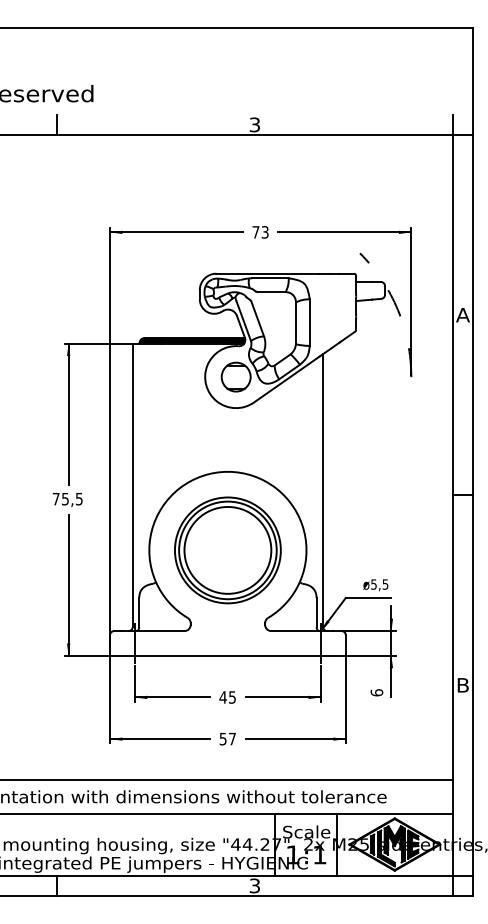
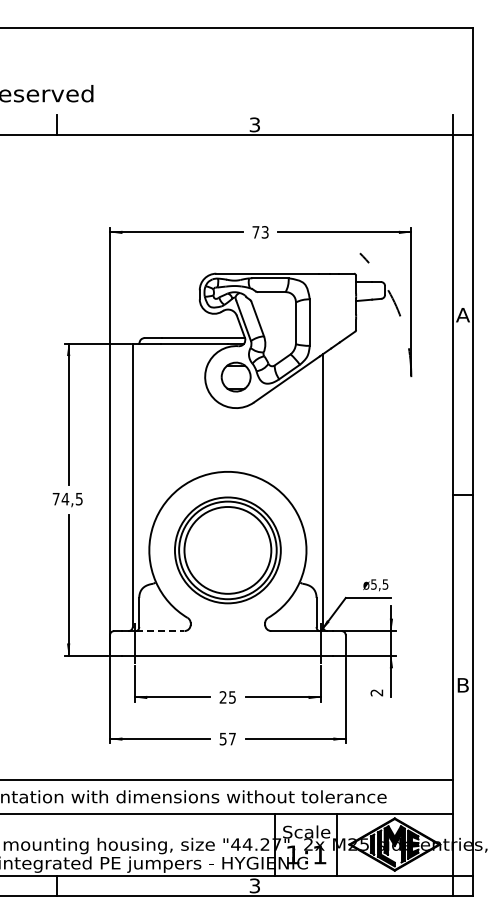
fill at (192, 340): present -> none
text at (65, 499): 75,5 -> 74,5
line at (160, 631): solid -> dashed
text at (376, 692): 6 -> 2
text at (222, 697): 45 -> 25
